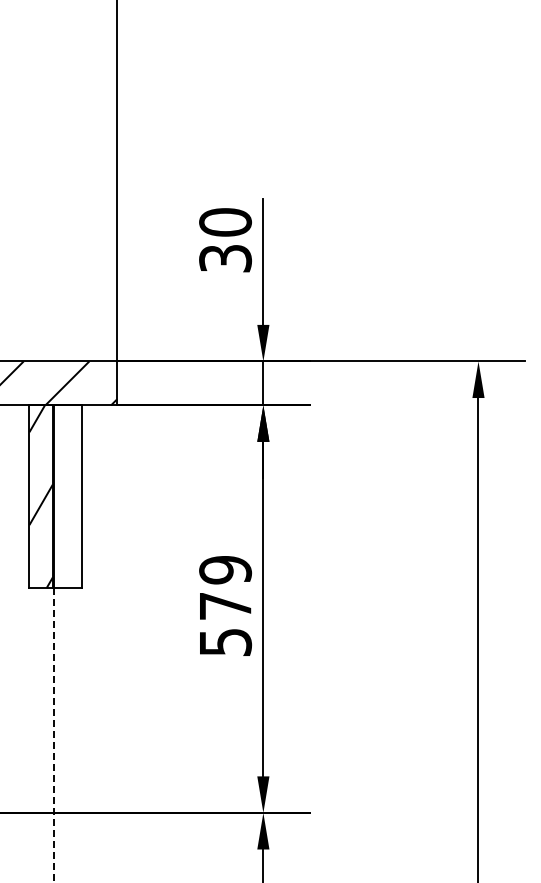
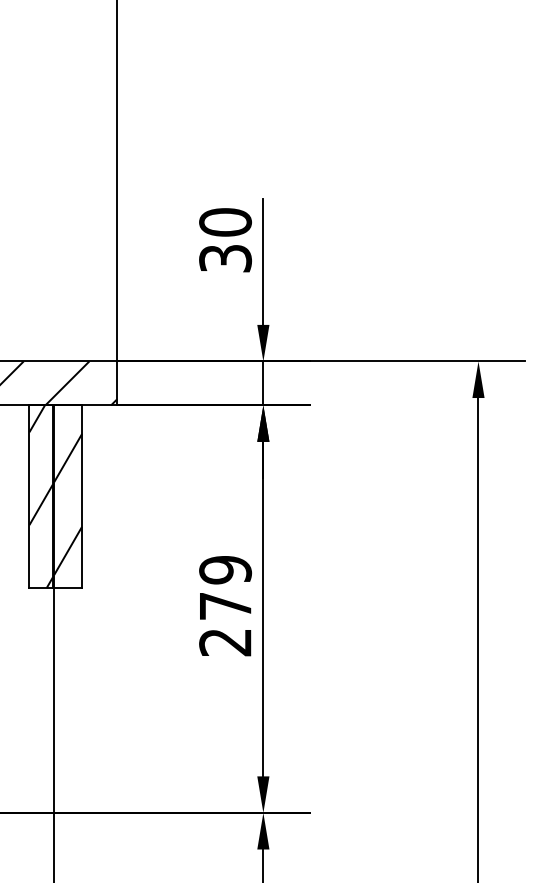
hatch at (68, 503): none -> present
text at (225, 642): 579 -> 279
line at (54, 735): dashed -> solid
